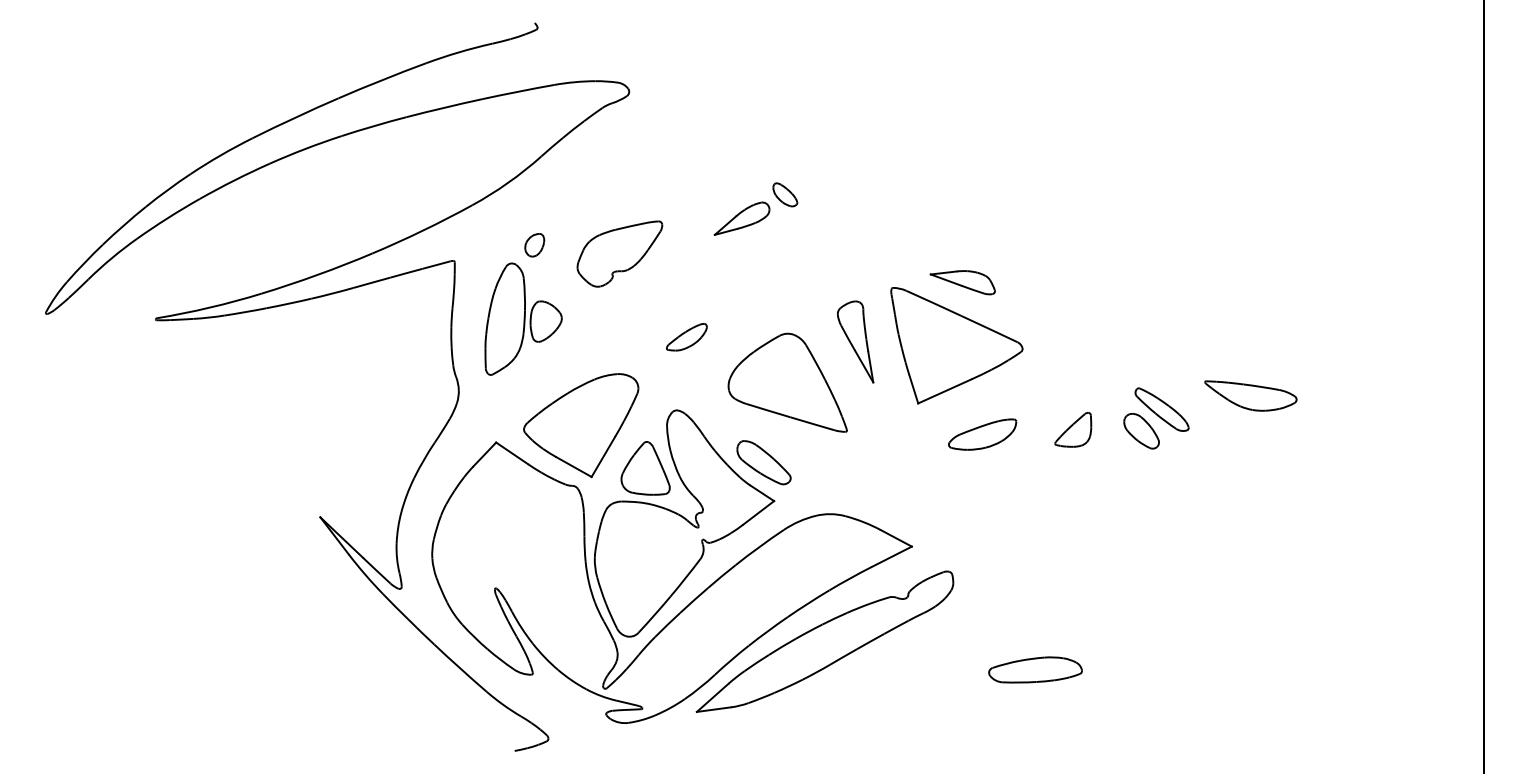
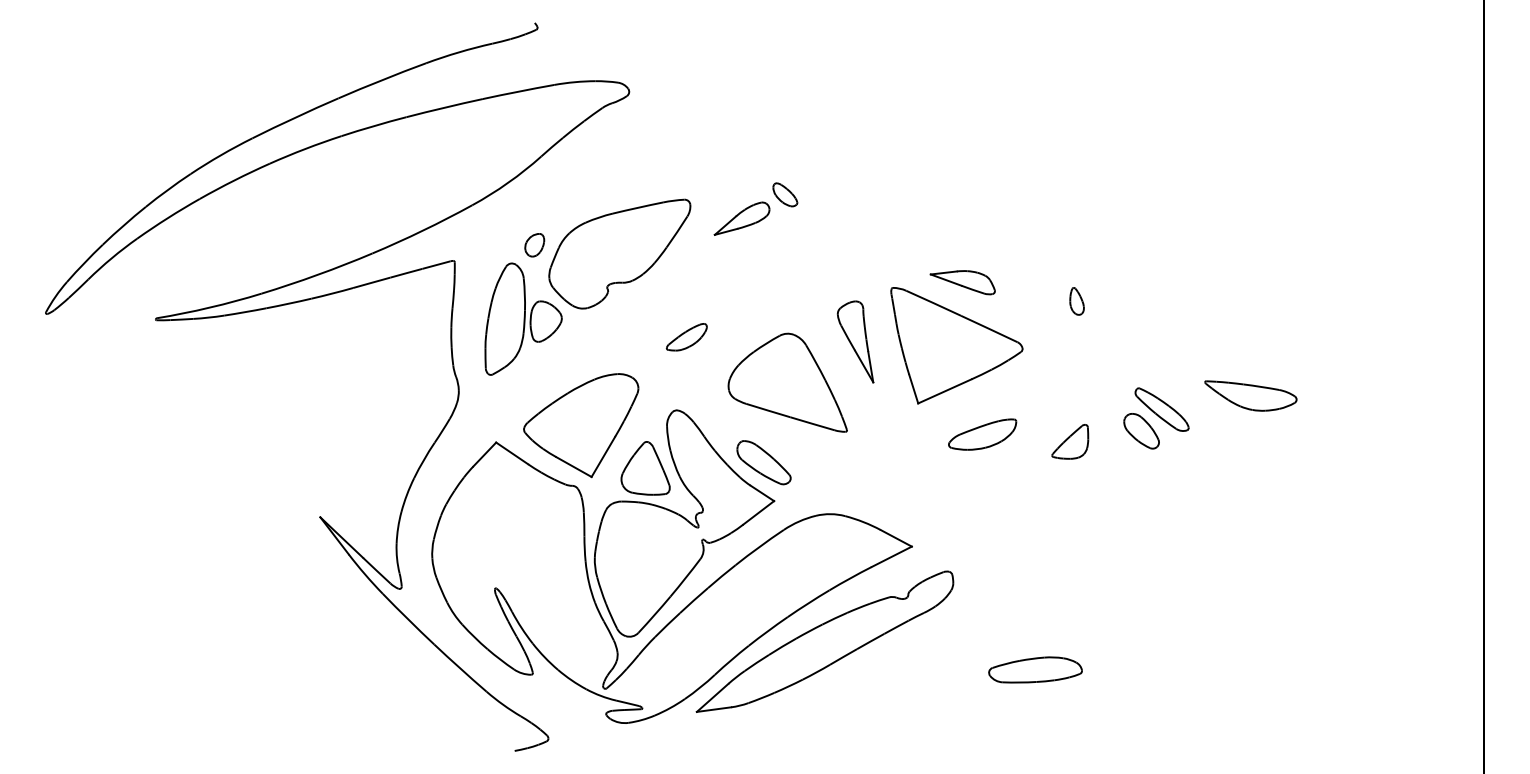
part at (619, 253) size: 88x68 px -> 144x112 px
part at (1076, 301): none -> present
part at (1073, 429) position: (1073, 429) -> (1070, 441)
